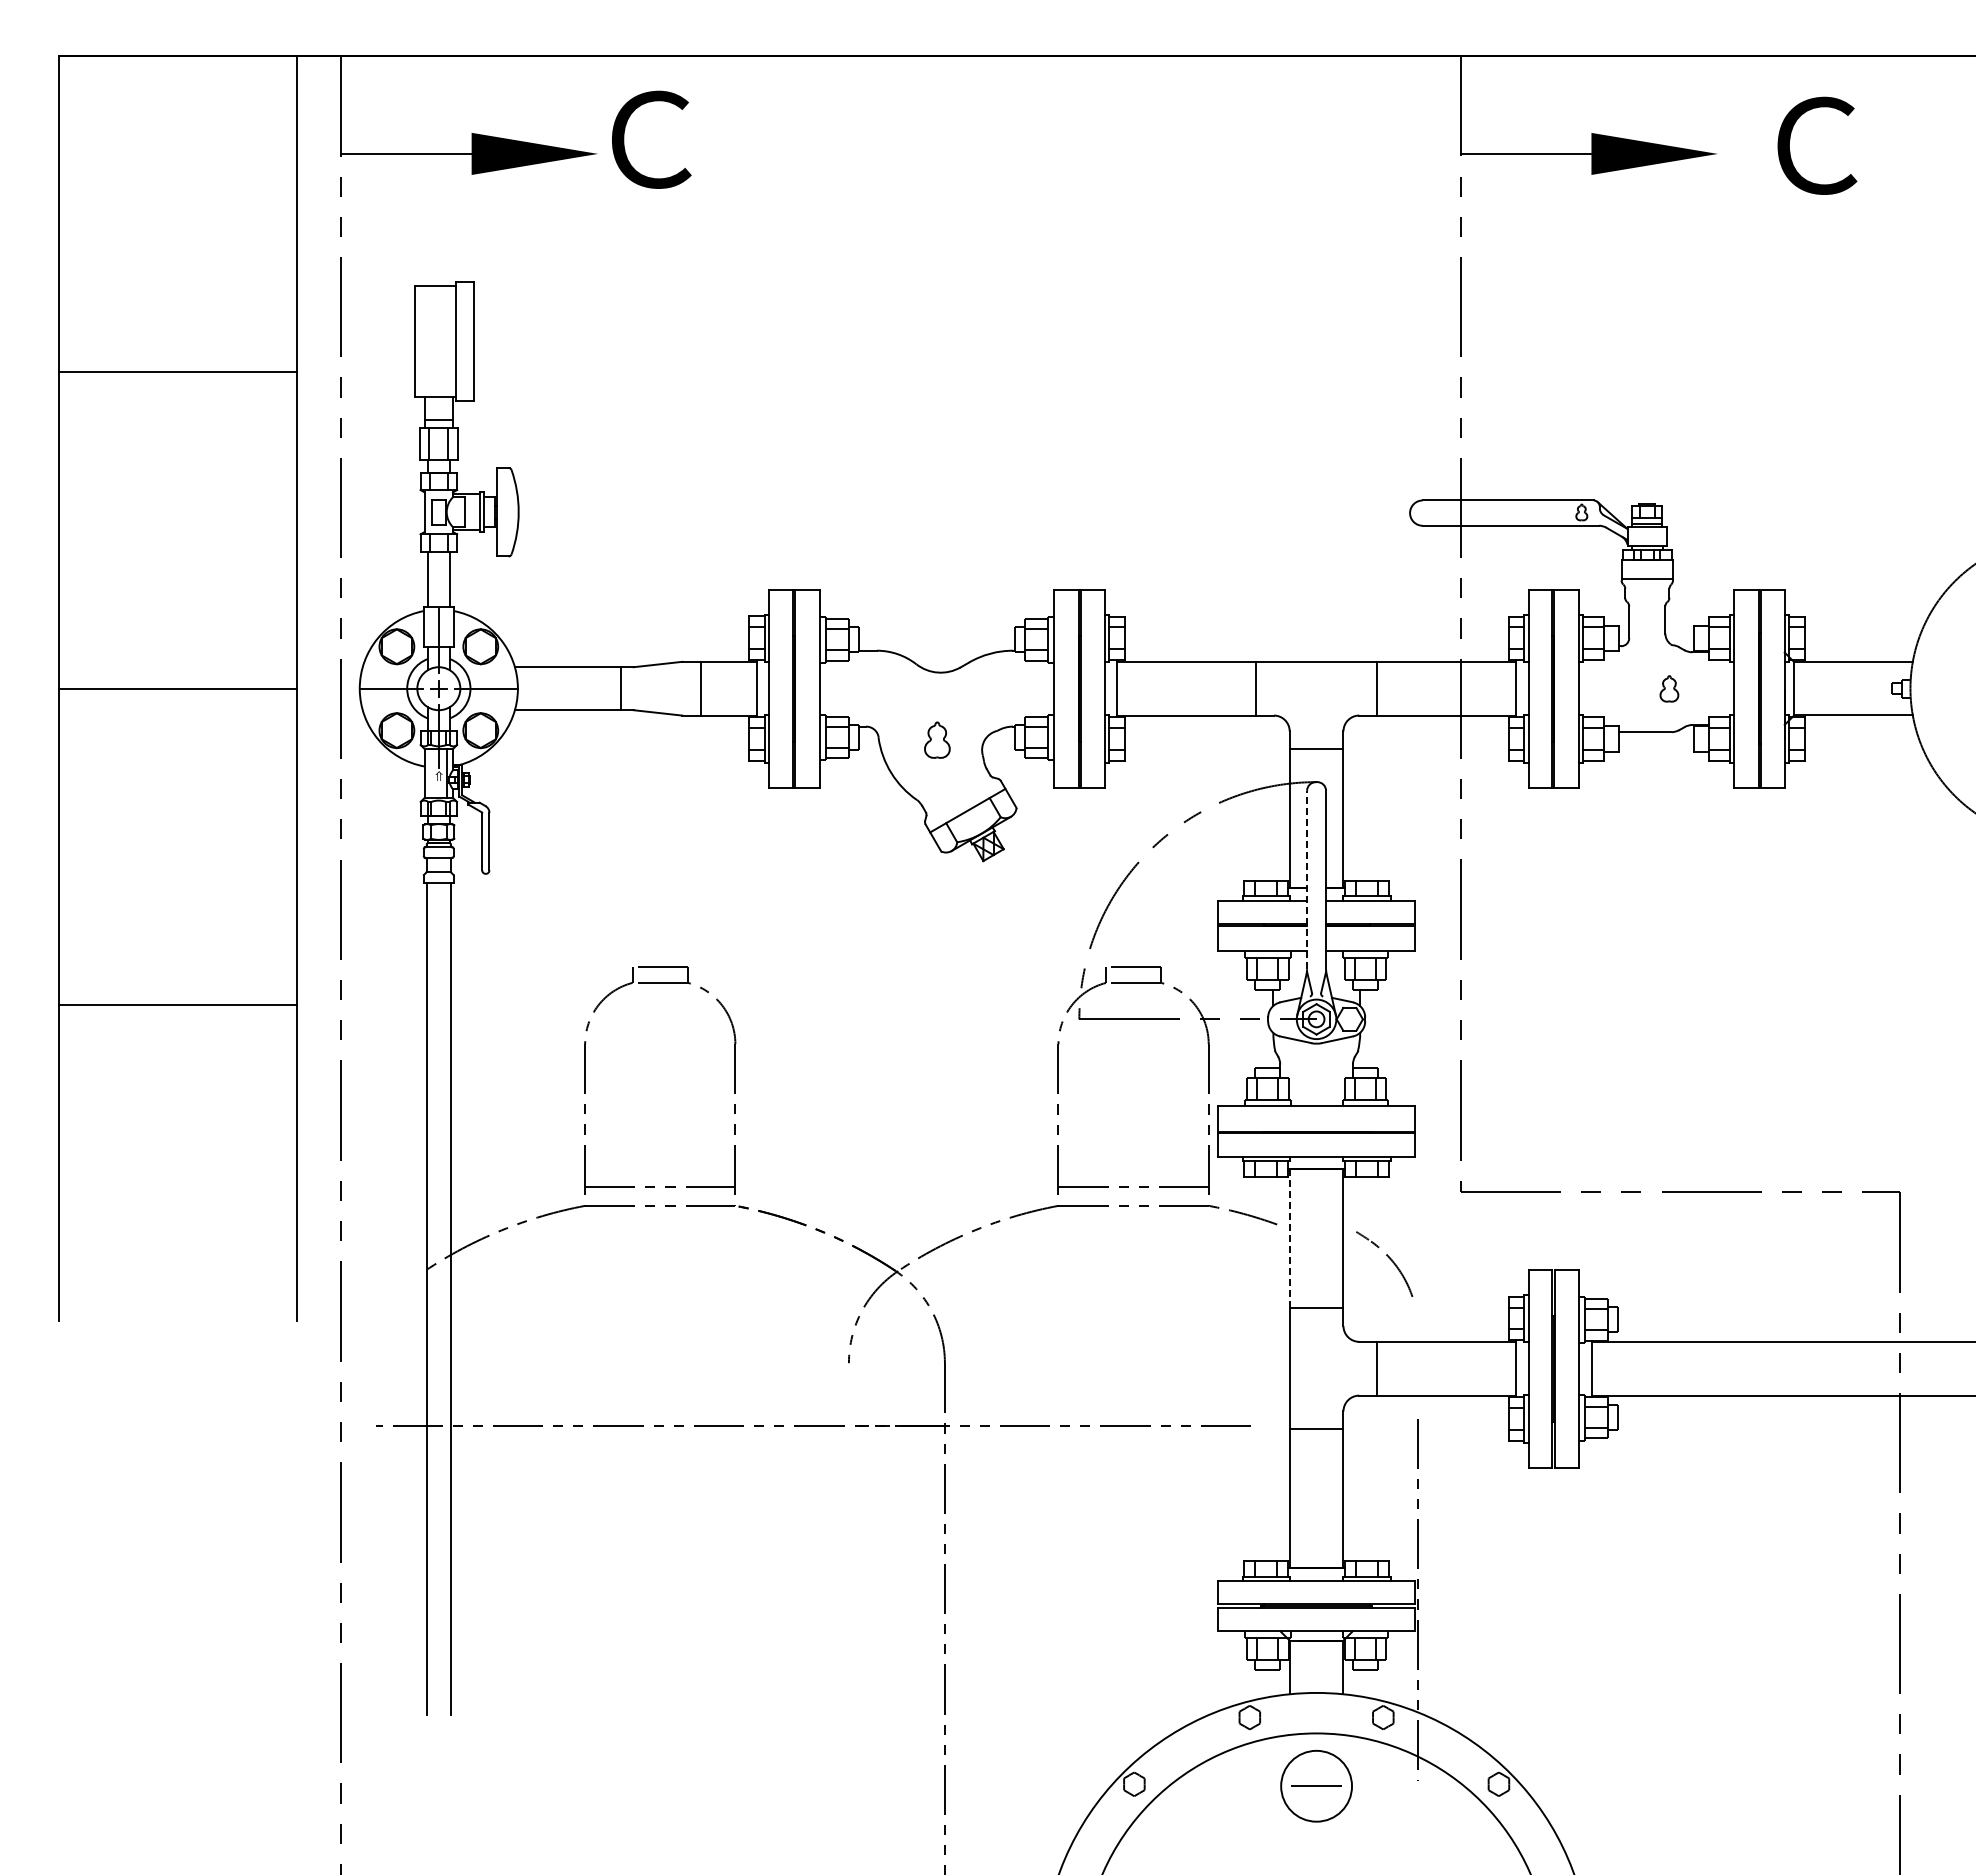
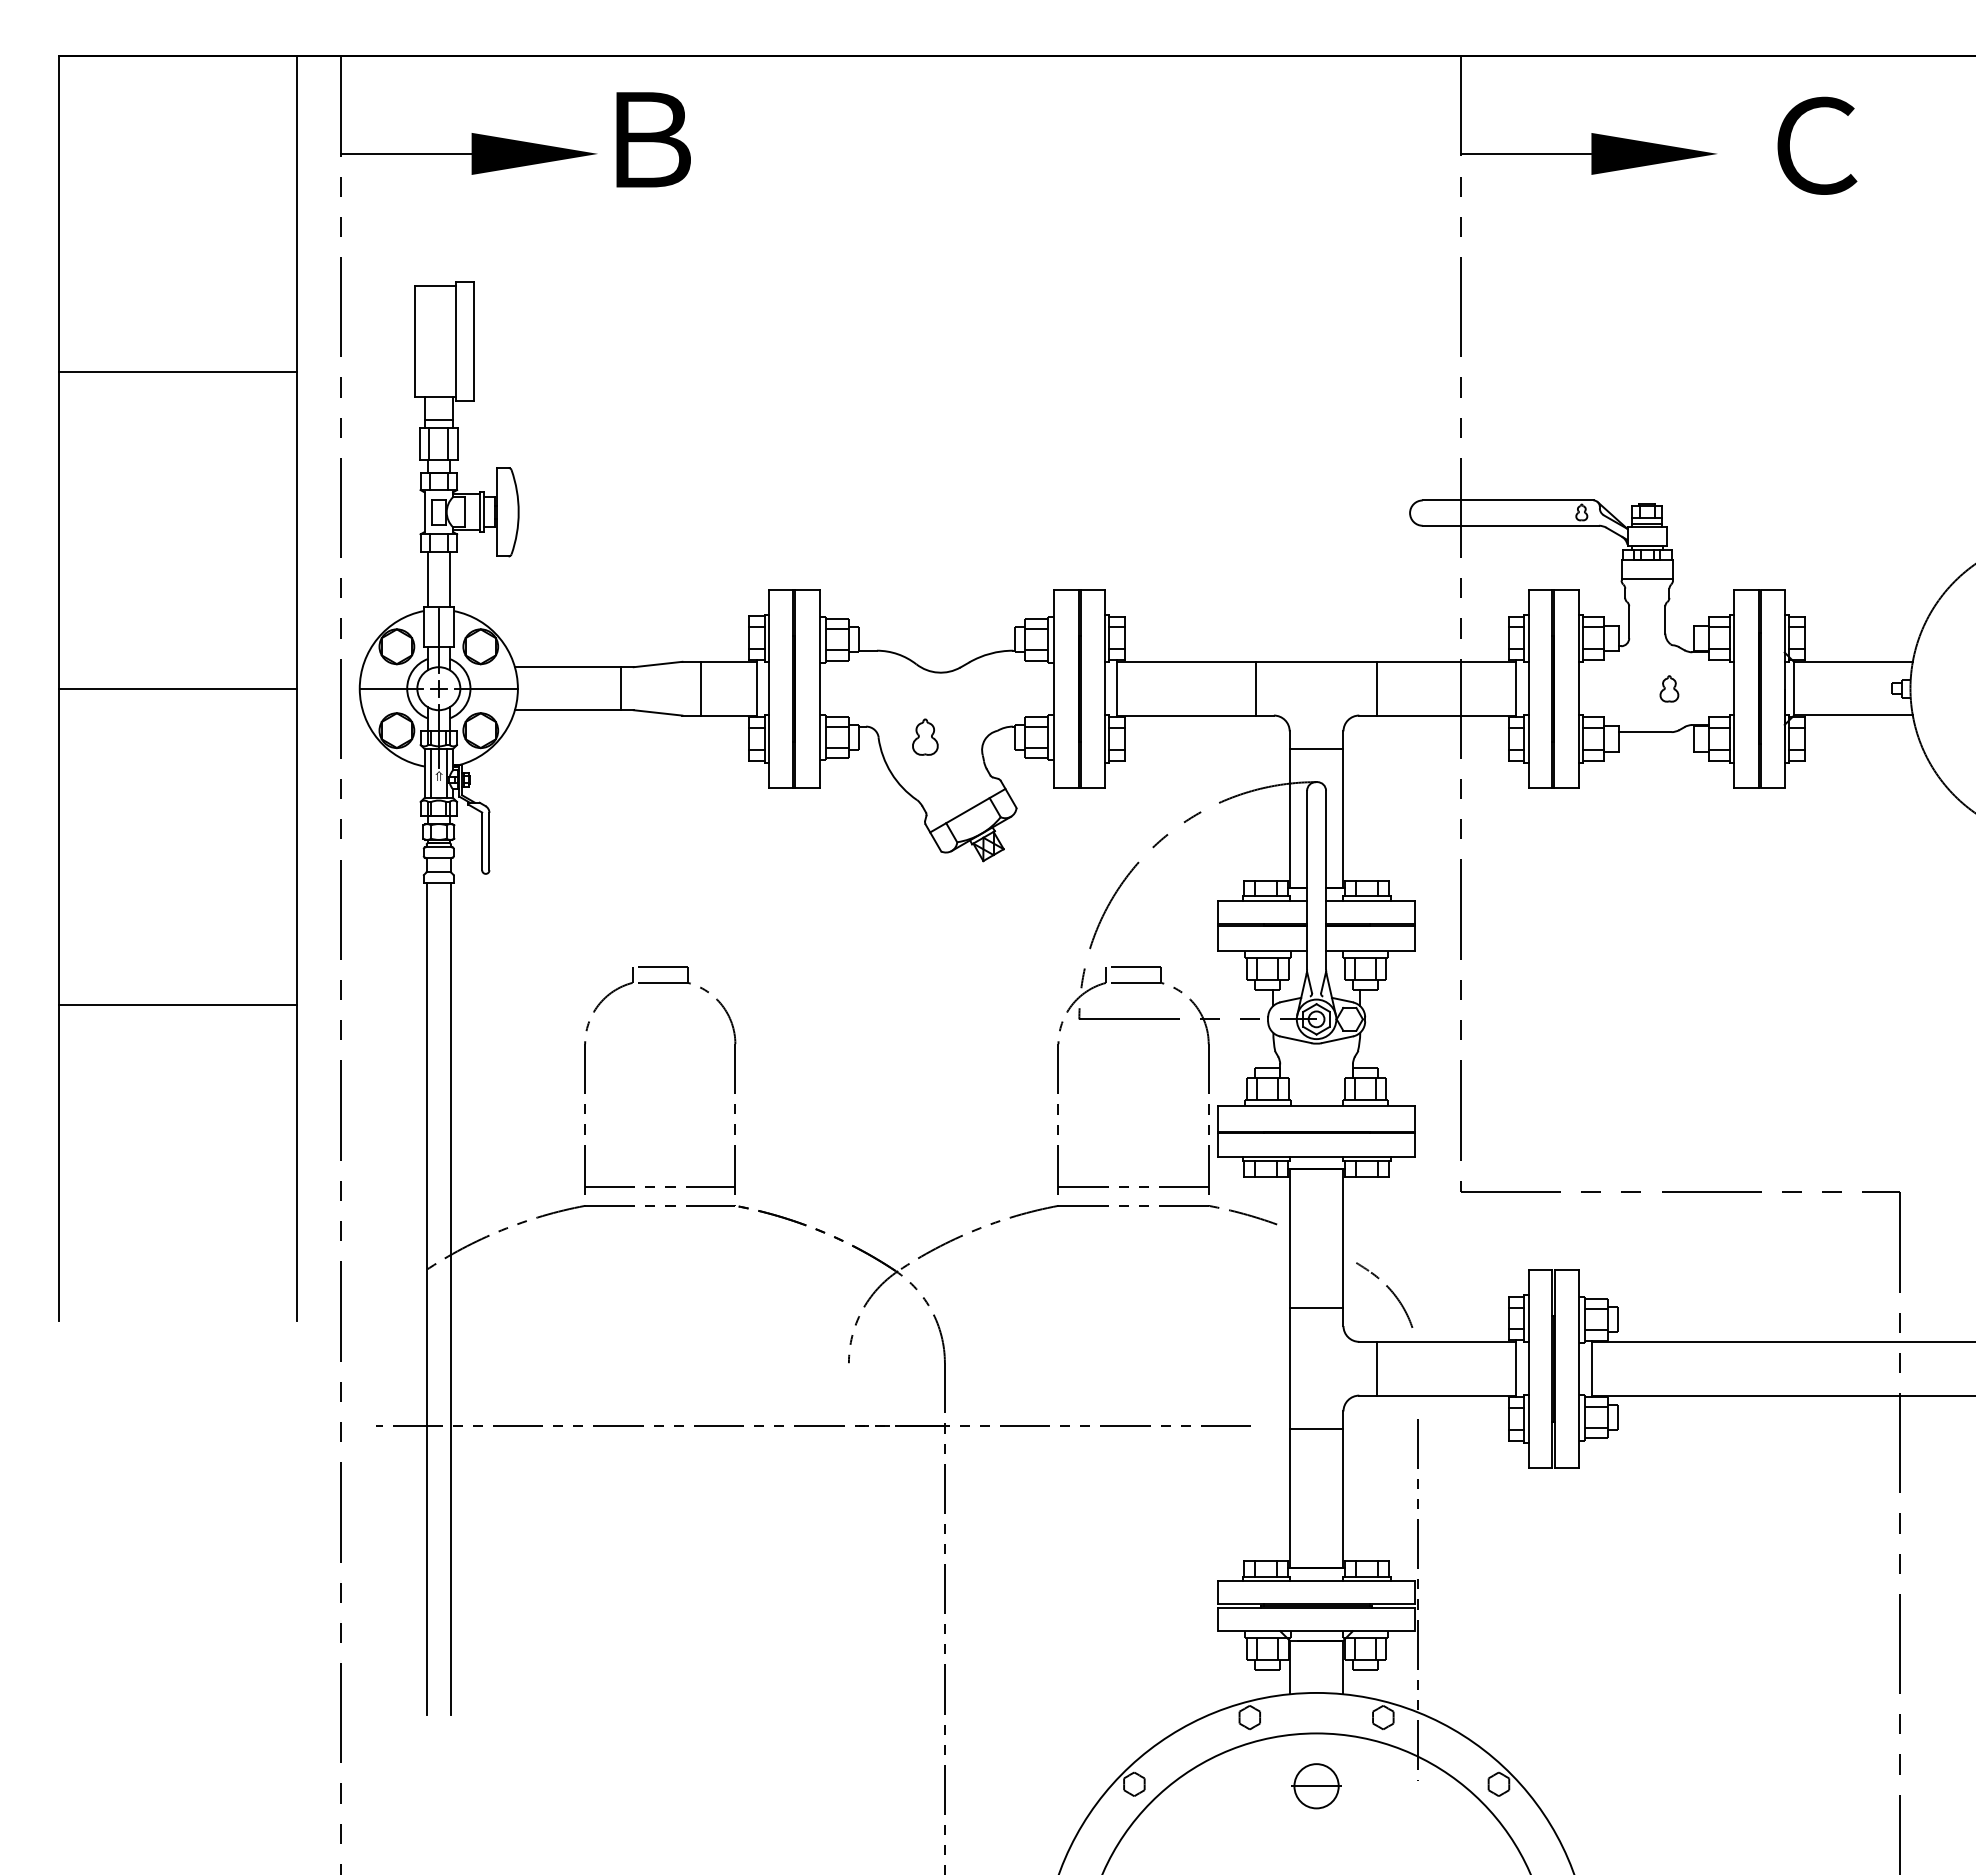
text at (651, 139): Ｃ -> Ｂ
part at (937, 739) position: (937, 739) -> (925, 736)
line at (430, 773): none -> present
line at (1307, 879): dashed -> solid
line at (1289, 1238): dashed -> solid
part at (1388, 1258) position: (1388, 1258) -> (1388, 1289)
circle at (1316, 1785) diameter: 71 px -> 44 px
